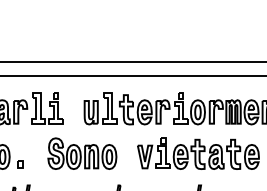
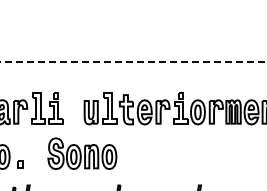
line at (133, 62): solid -> dashed
line at (132, 75): present -> none
part at (198, 153): present -> none
